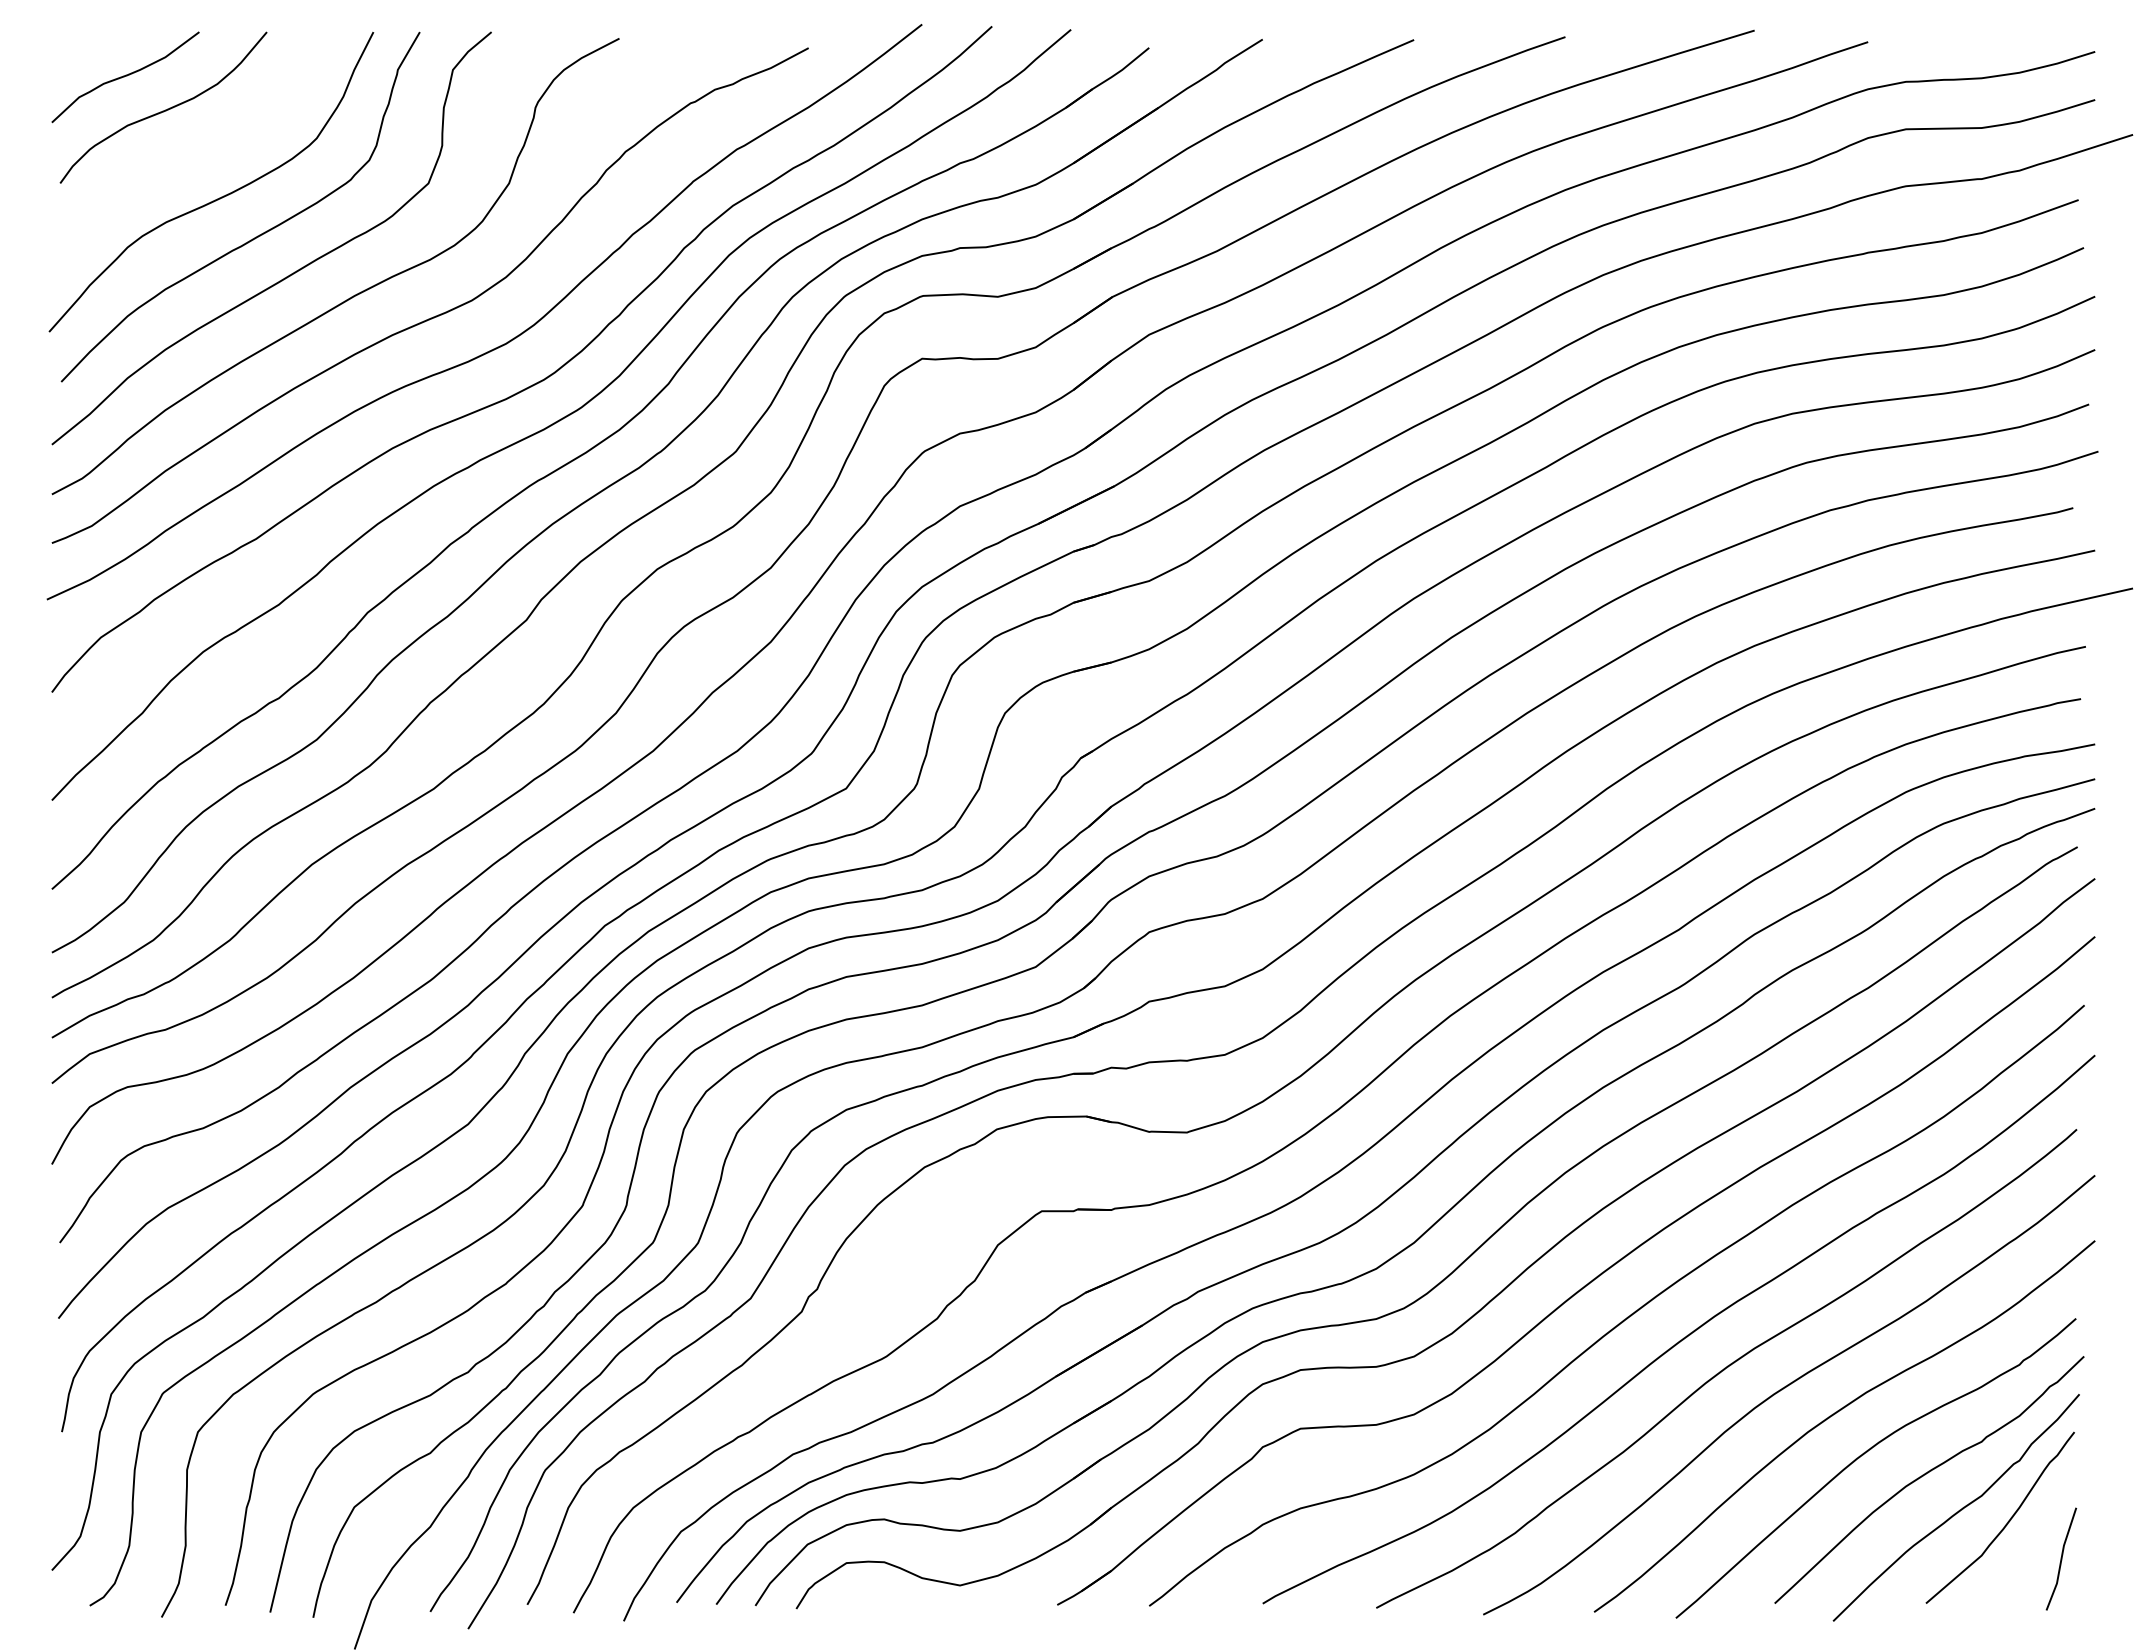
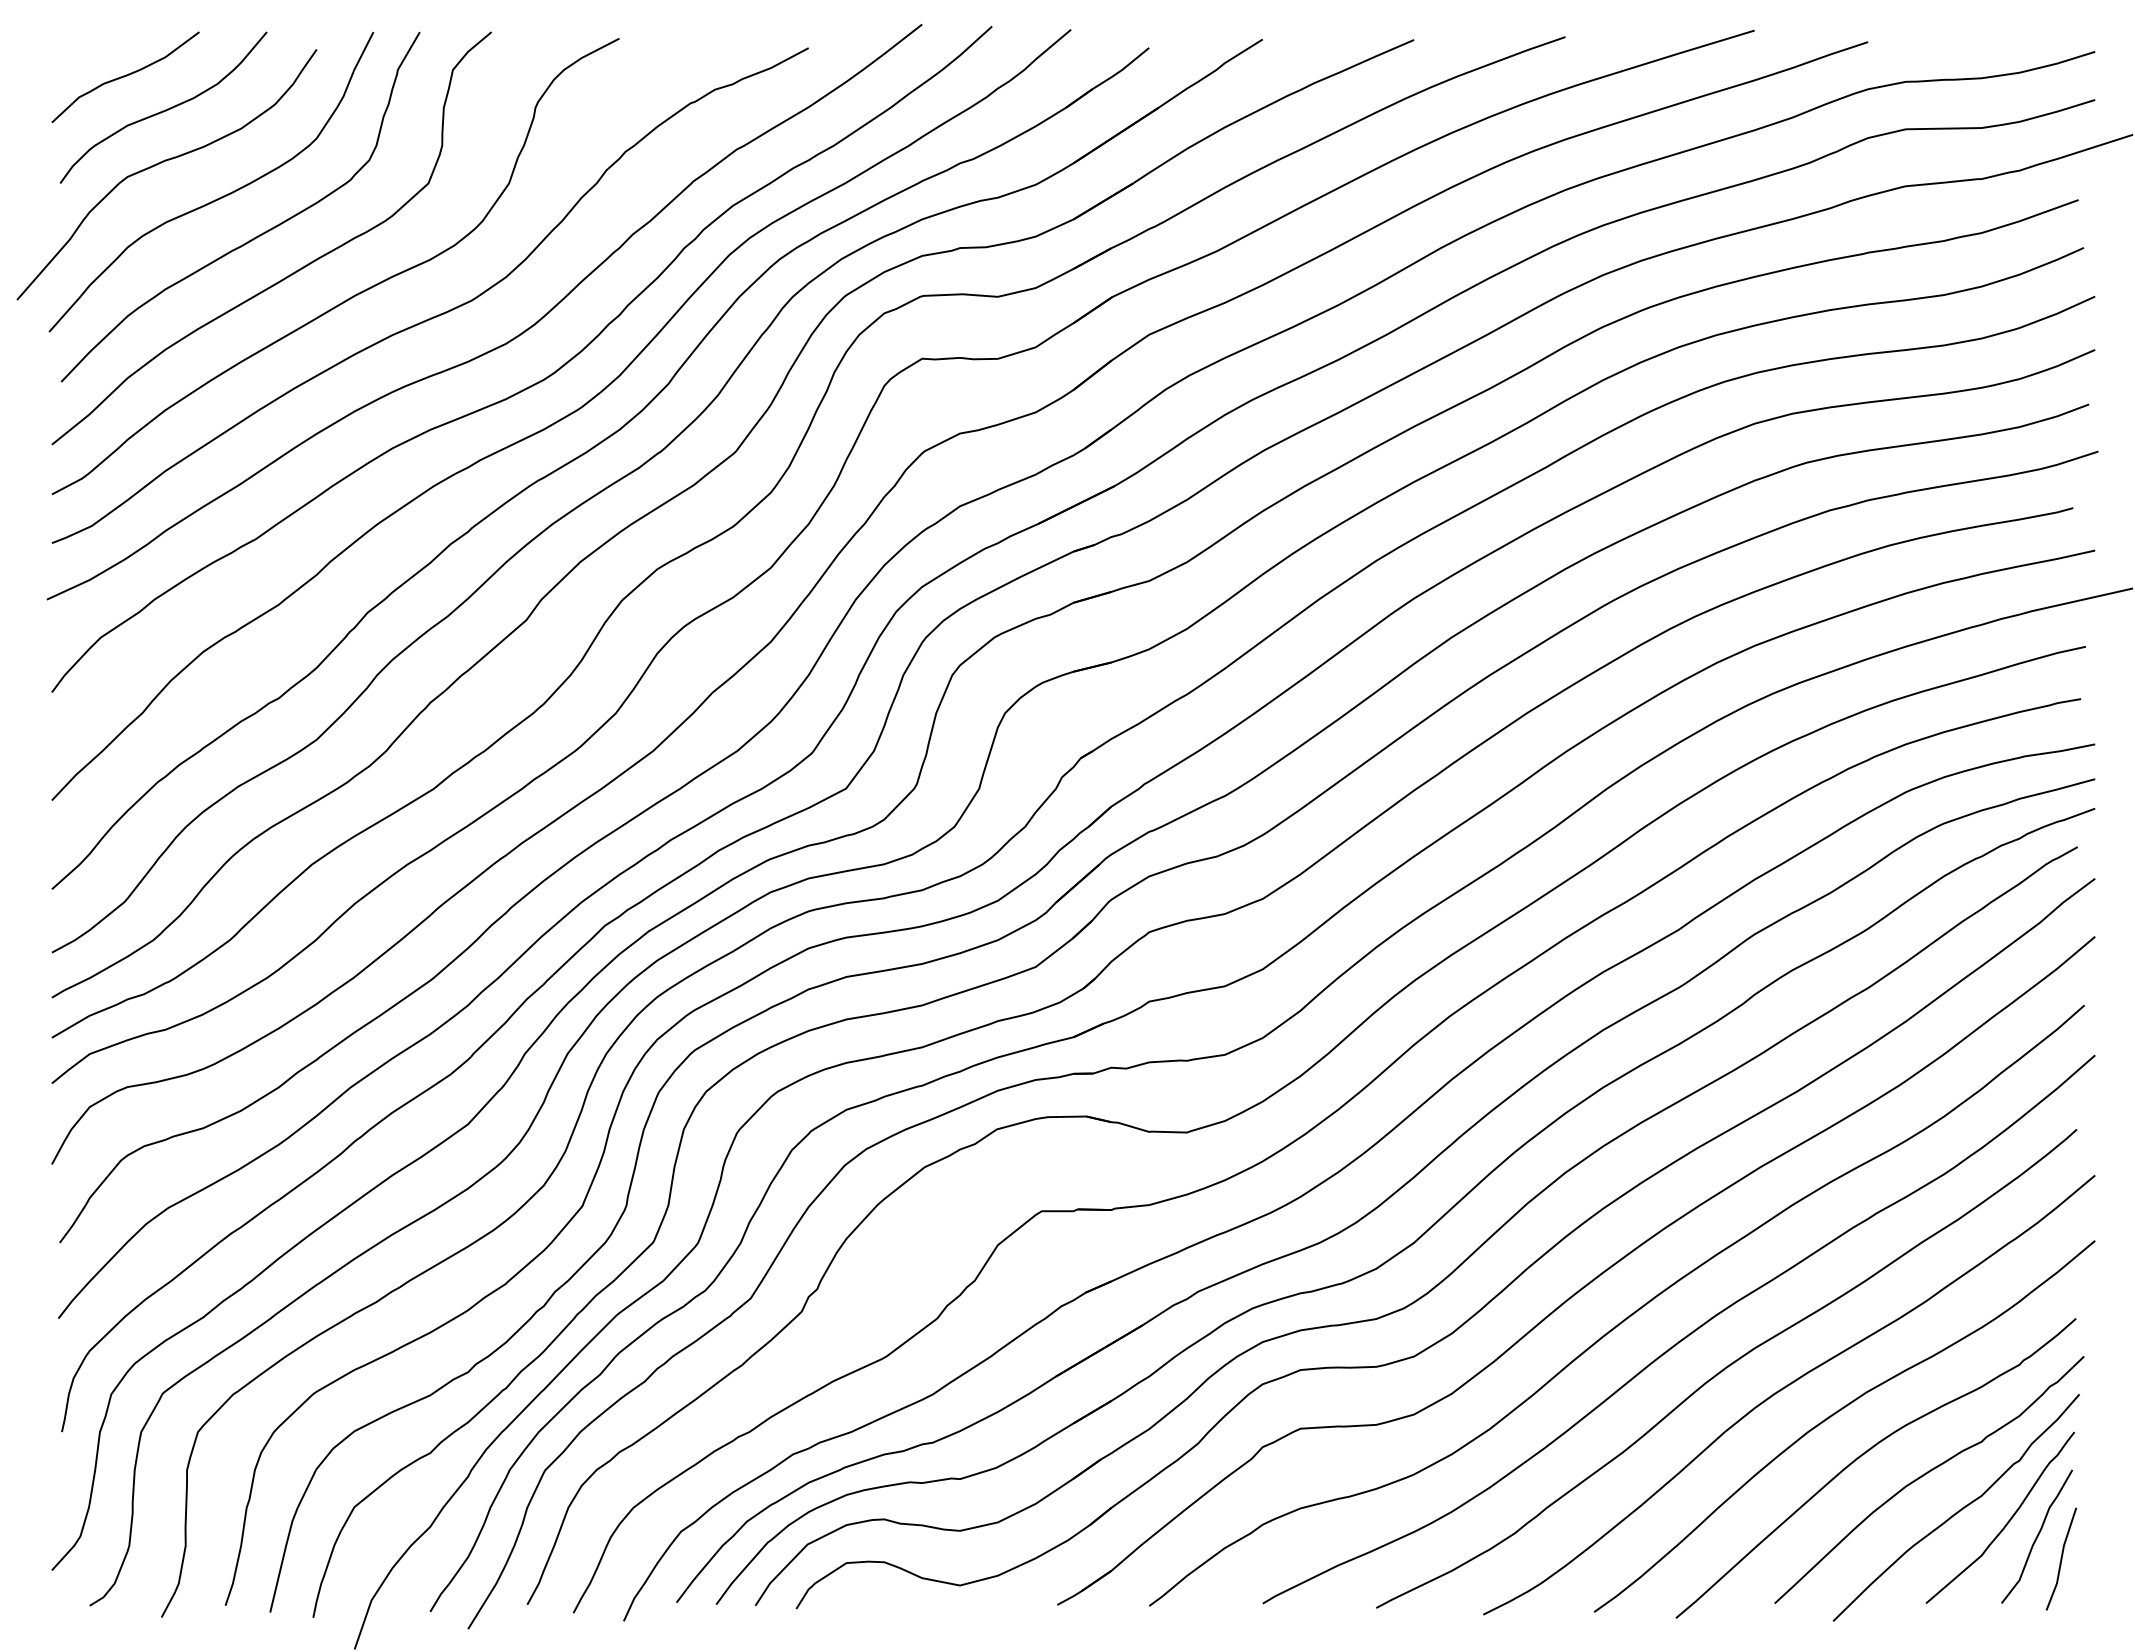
curve at (161, 163): none -> present
curve at (2036, 1536): none -> present
